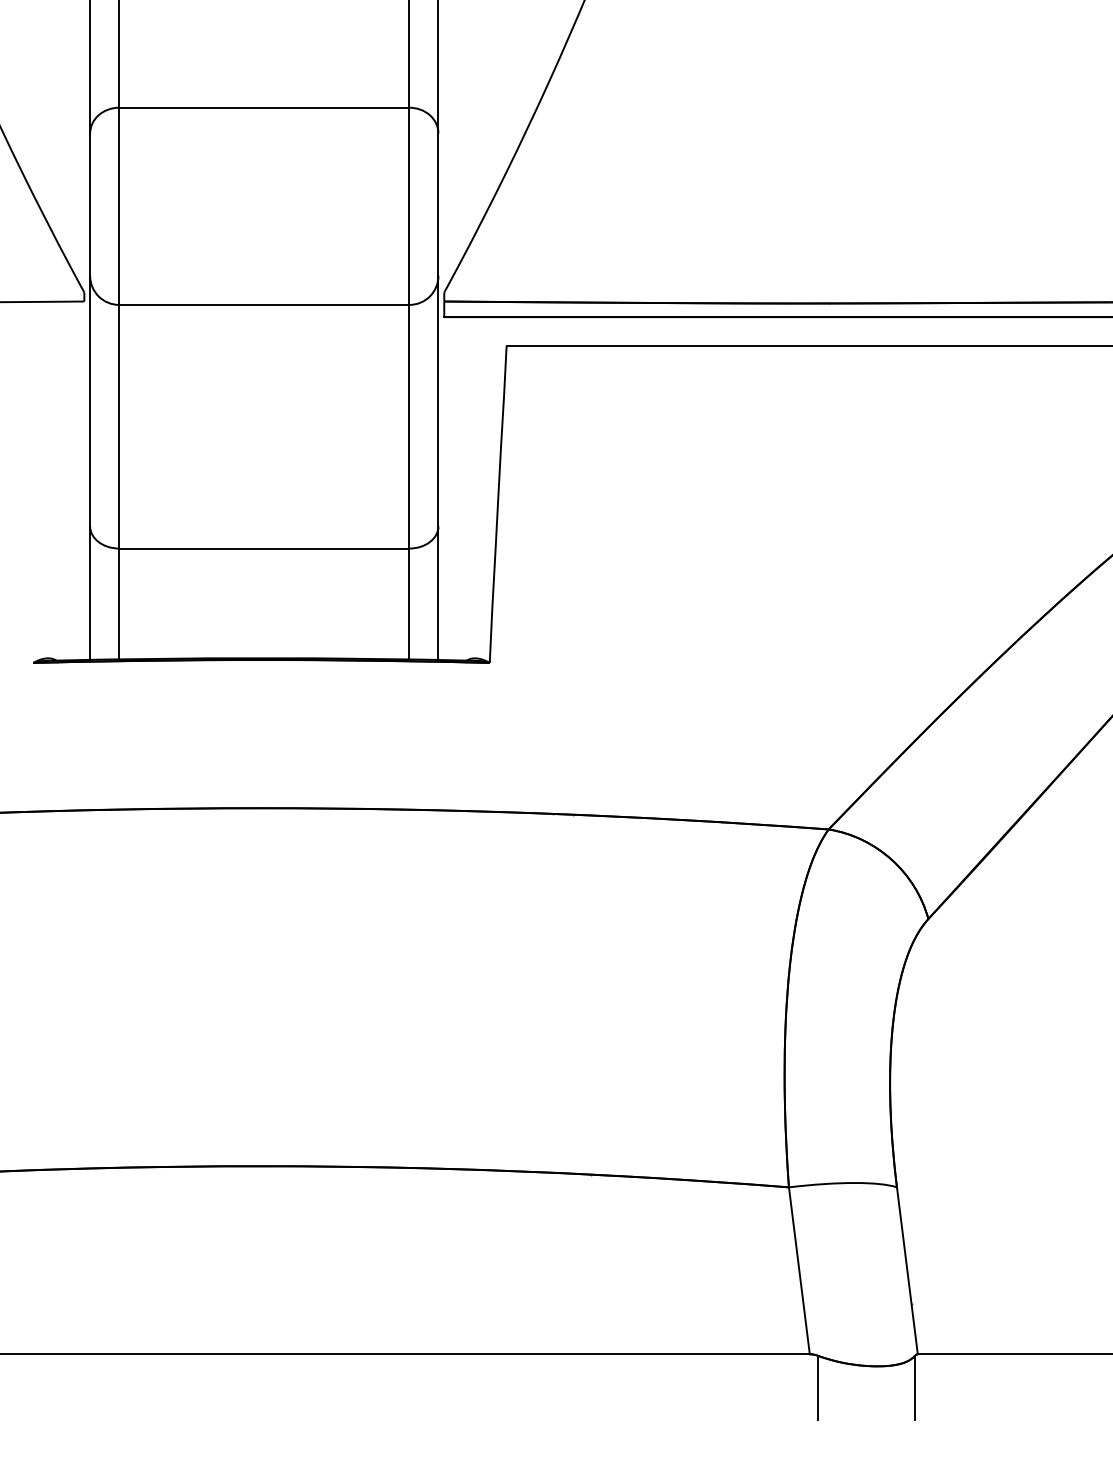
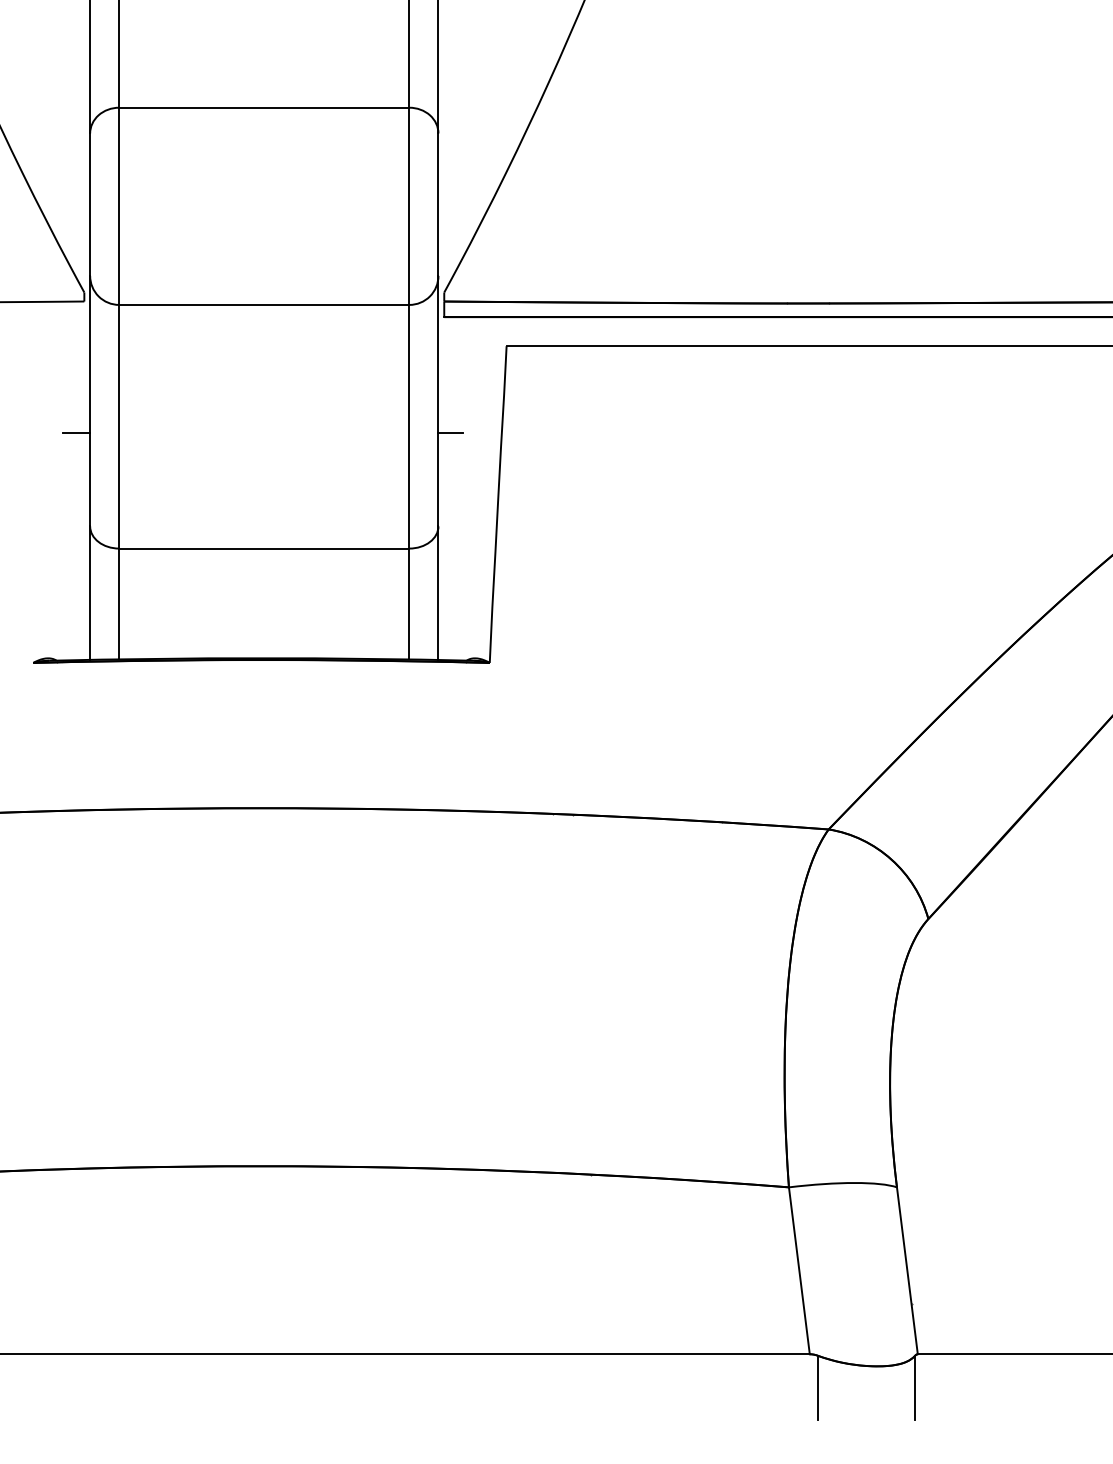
line at (76, 433): none -> present
line at (450, 433): none -> present
